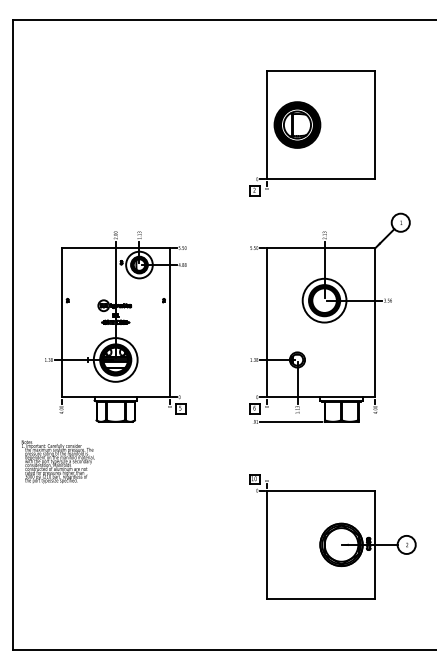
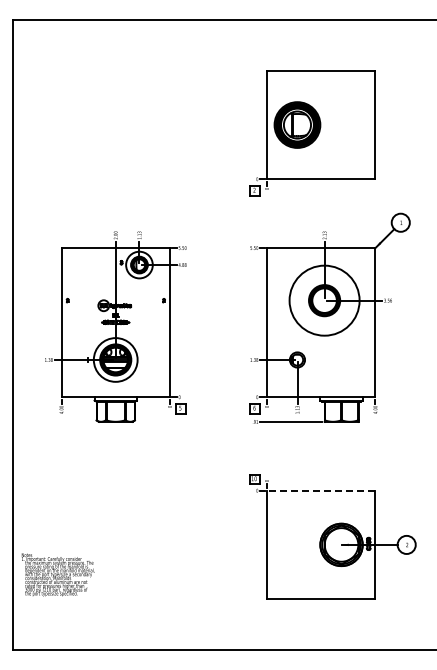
circle at (324, 300) diameter: 44 px -> 70 px
text at (57, 461) position: (57, 461) -> (57, 574)
line at (320, 490): solid -> dashed
